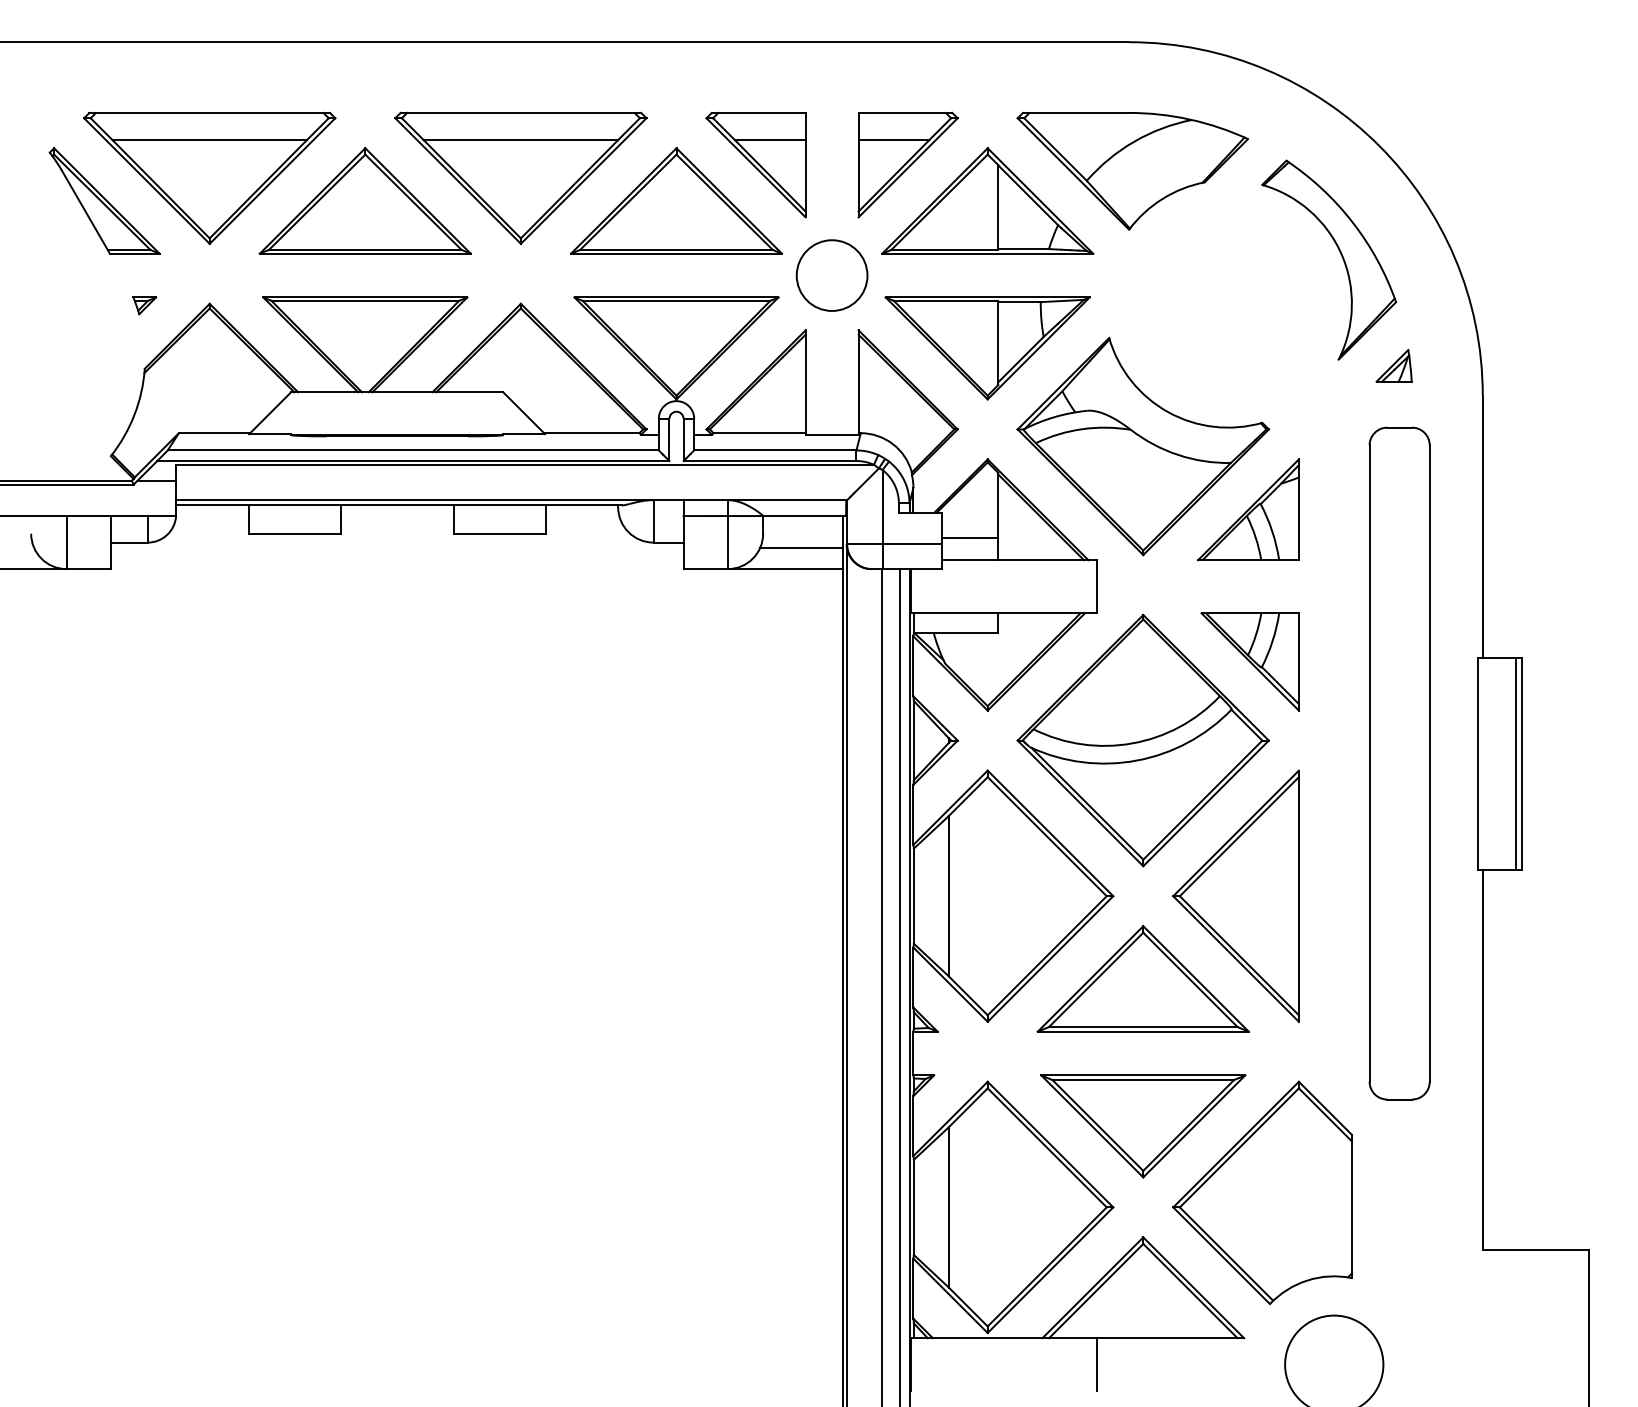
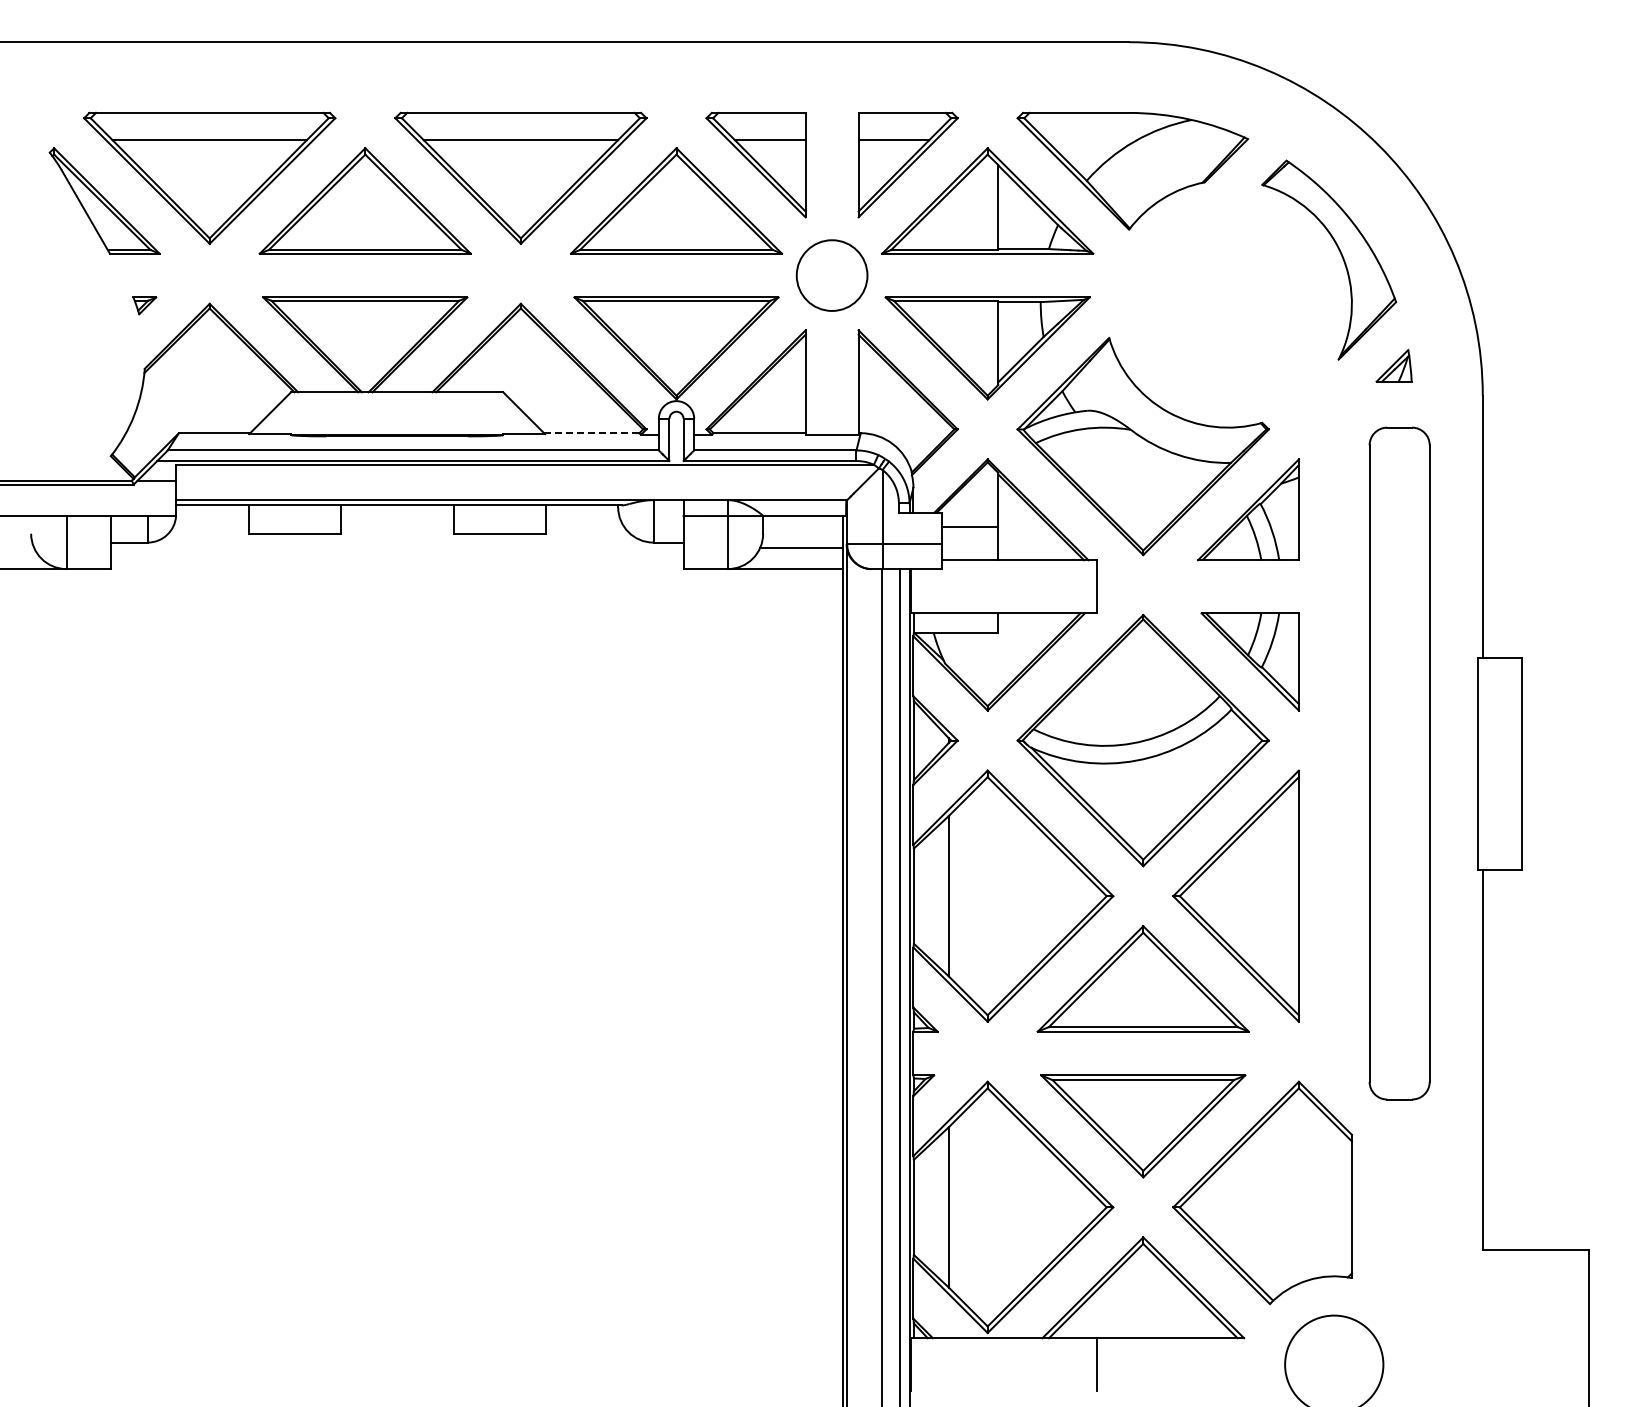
line at (591, 433): solid -> dashed
line at (969, 538) position: (969, 538) -> (969, 527)
line at (1516, 763): present -> none
